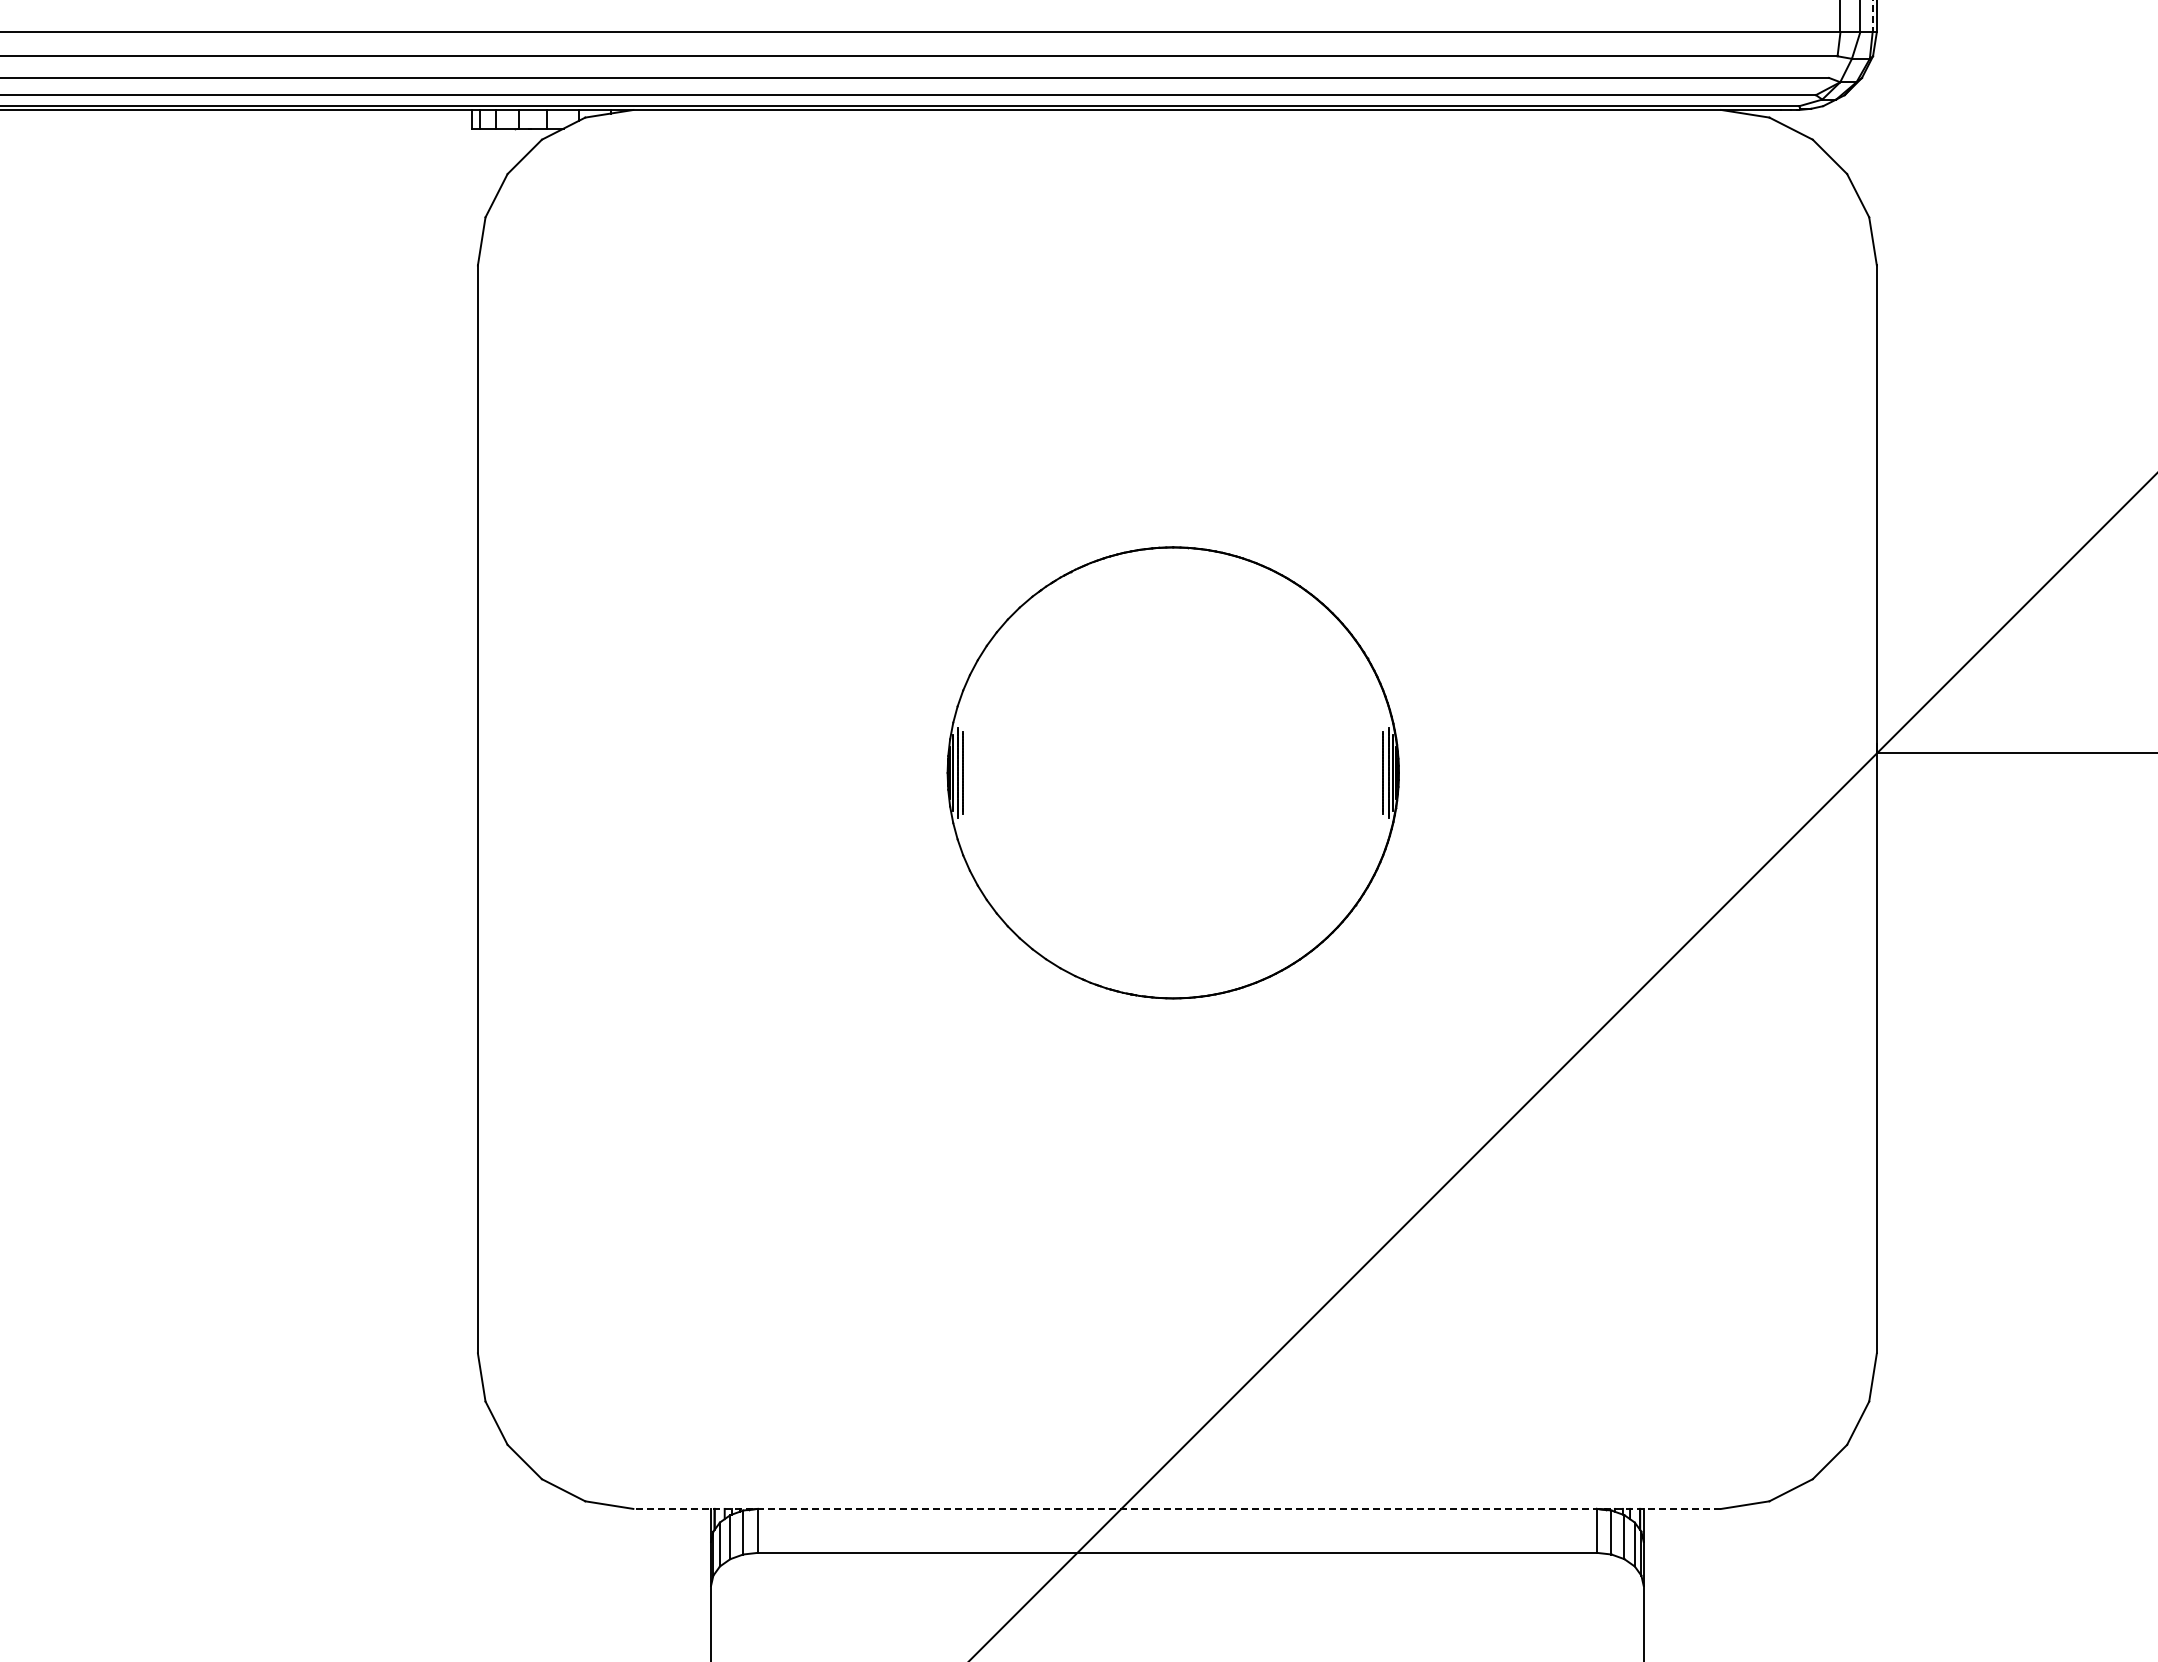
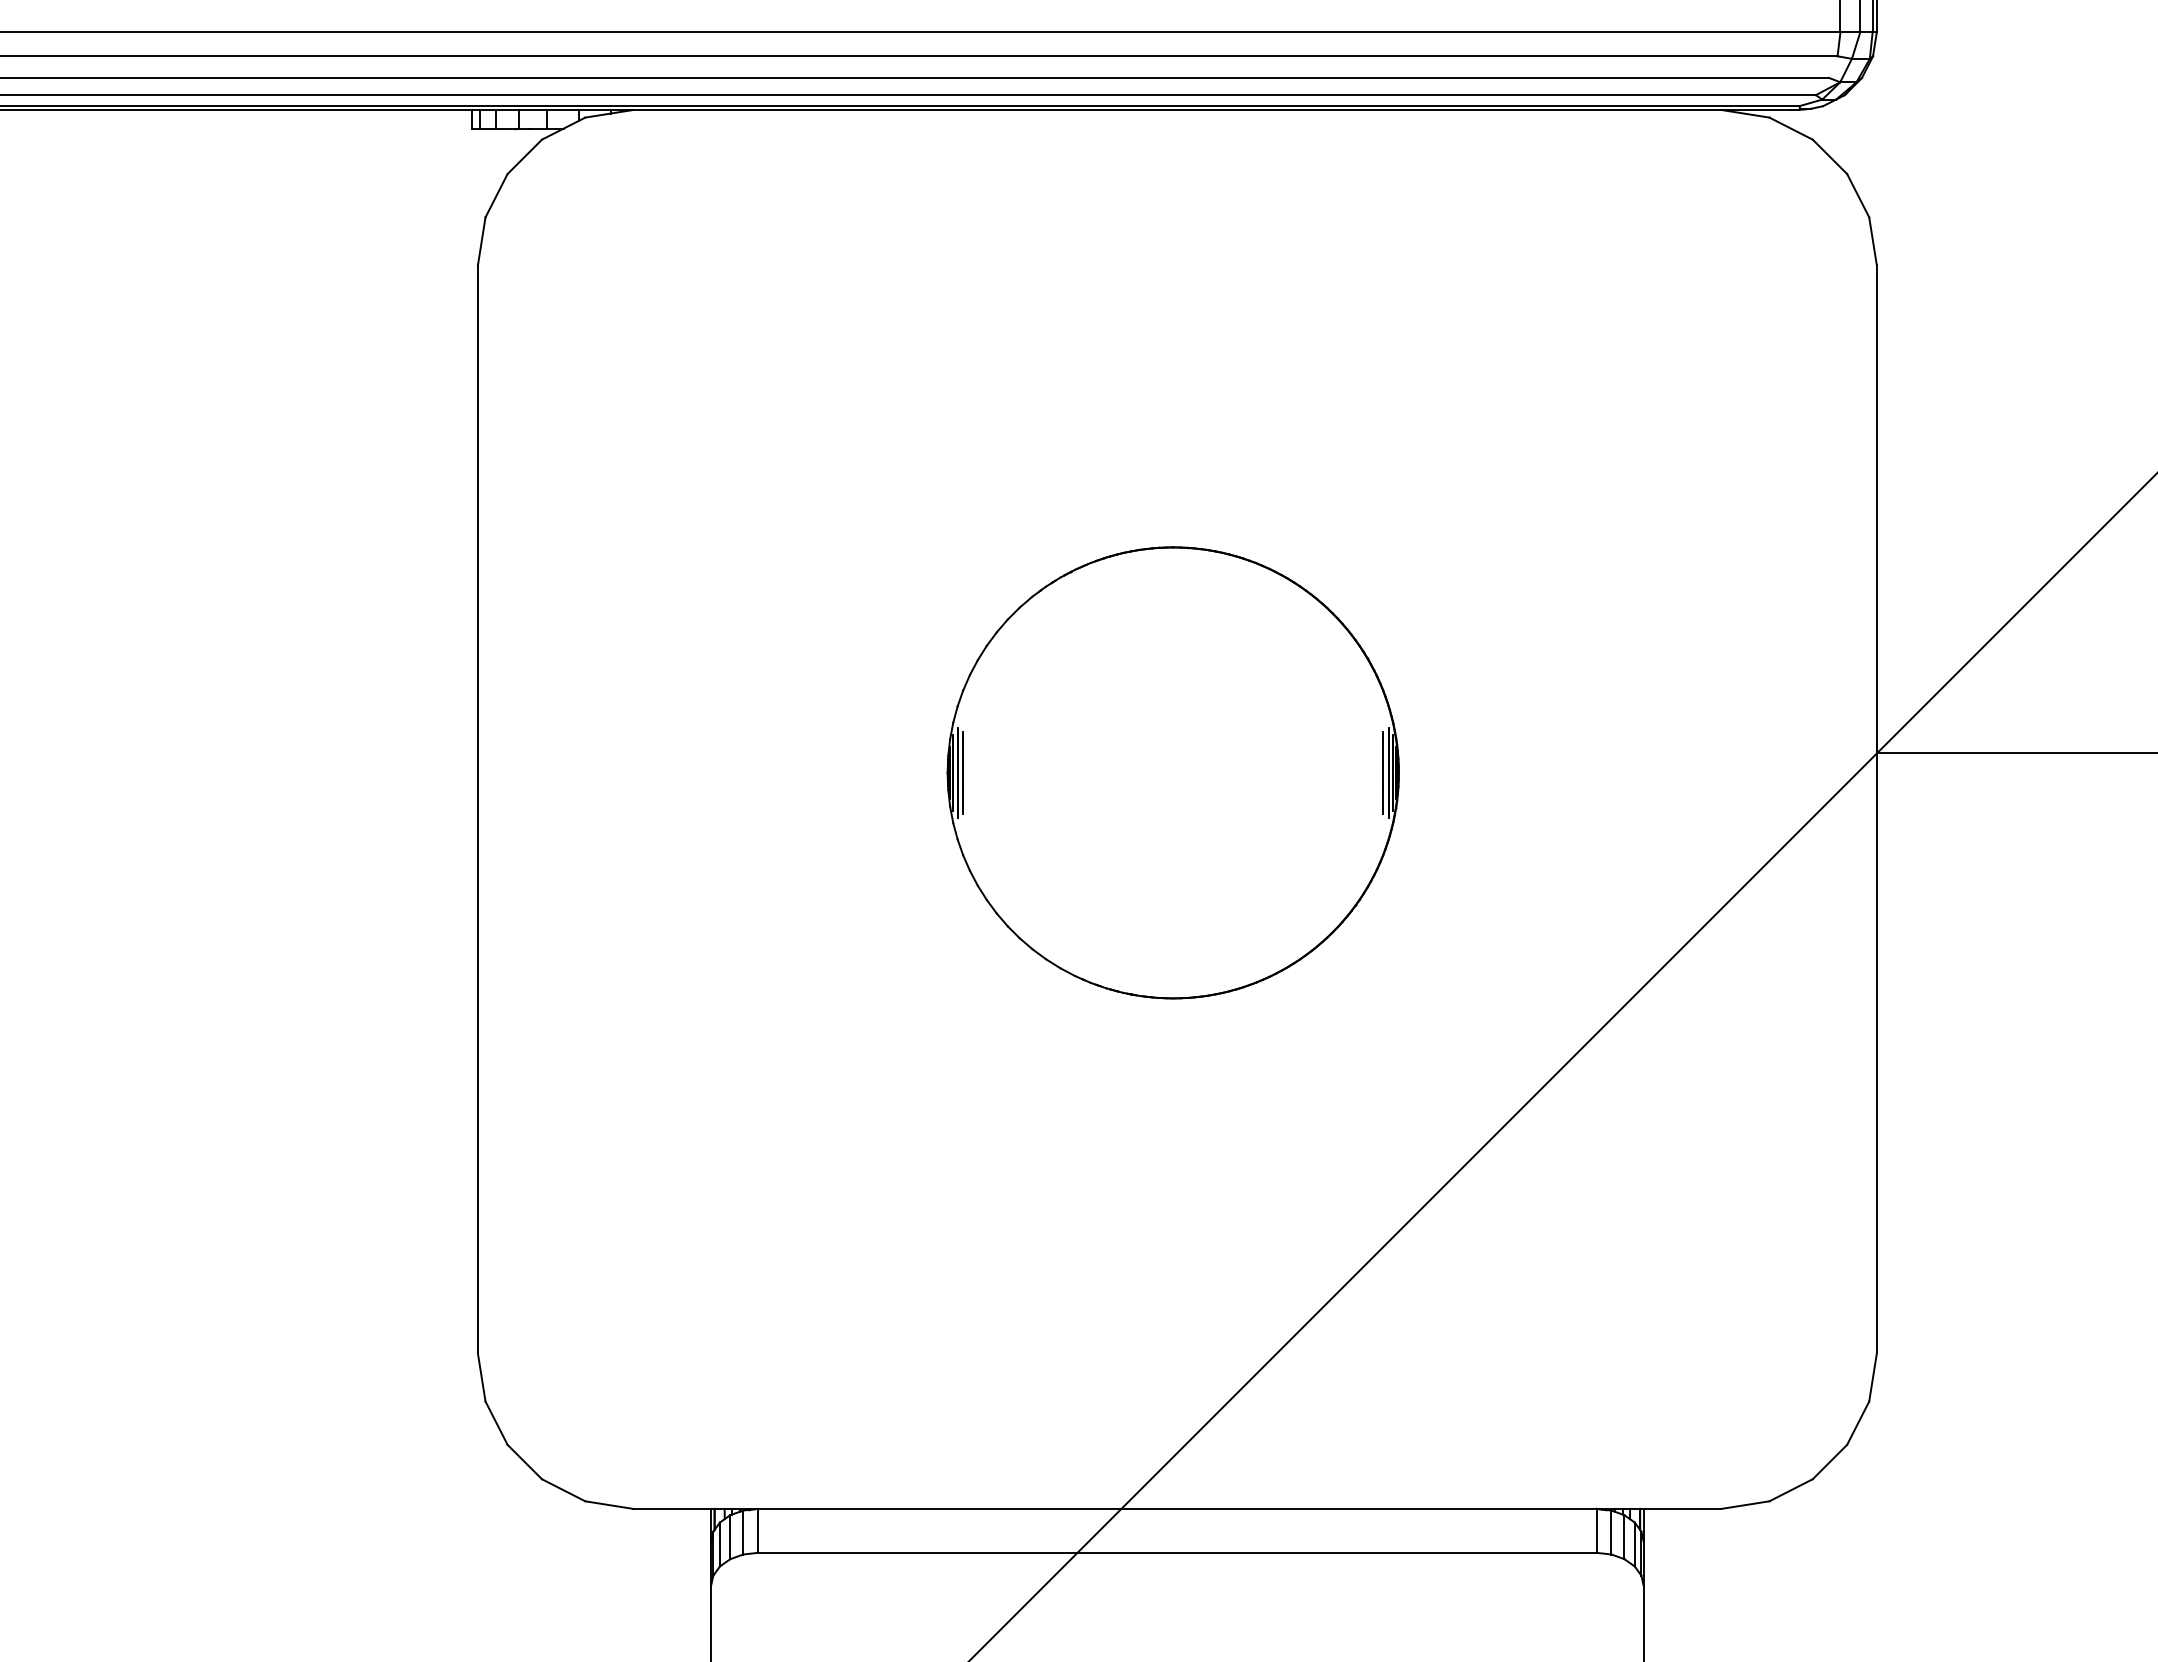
line at (1872, 16): dashed -> solid
line at (1176, 1508): dashed -> solid
